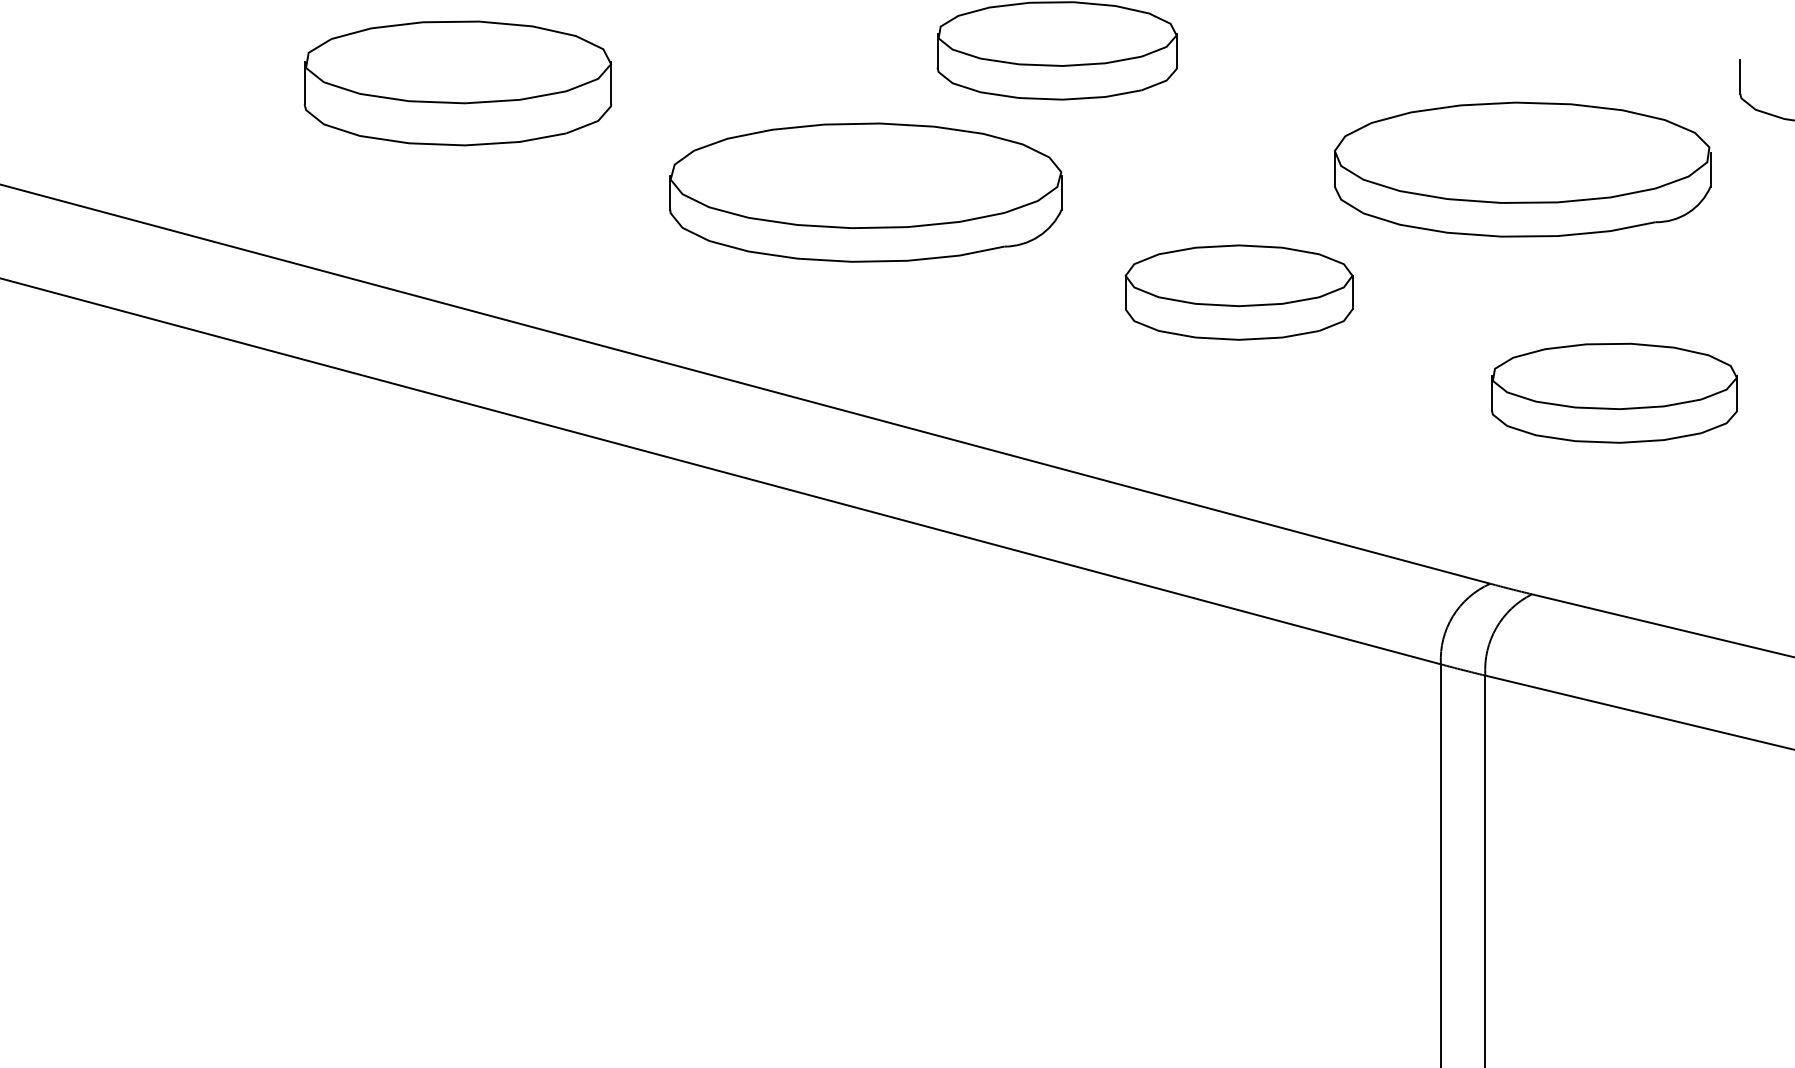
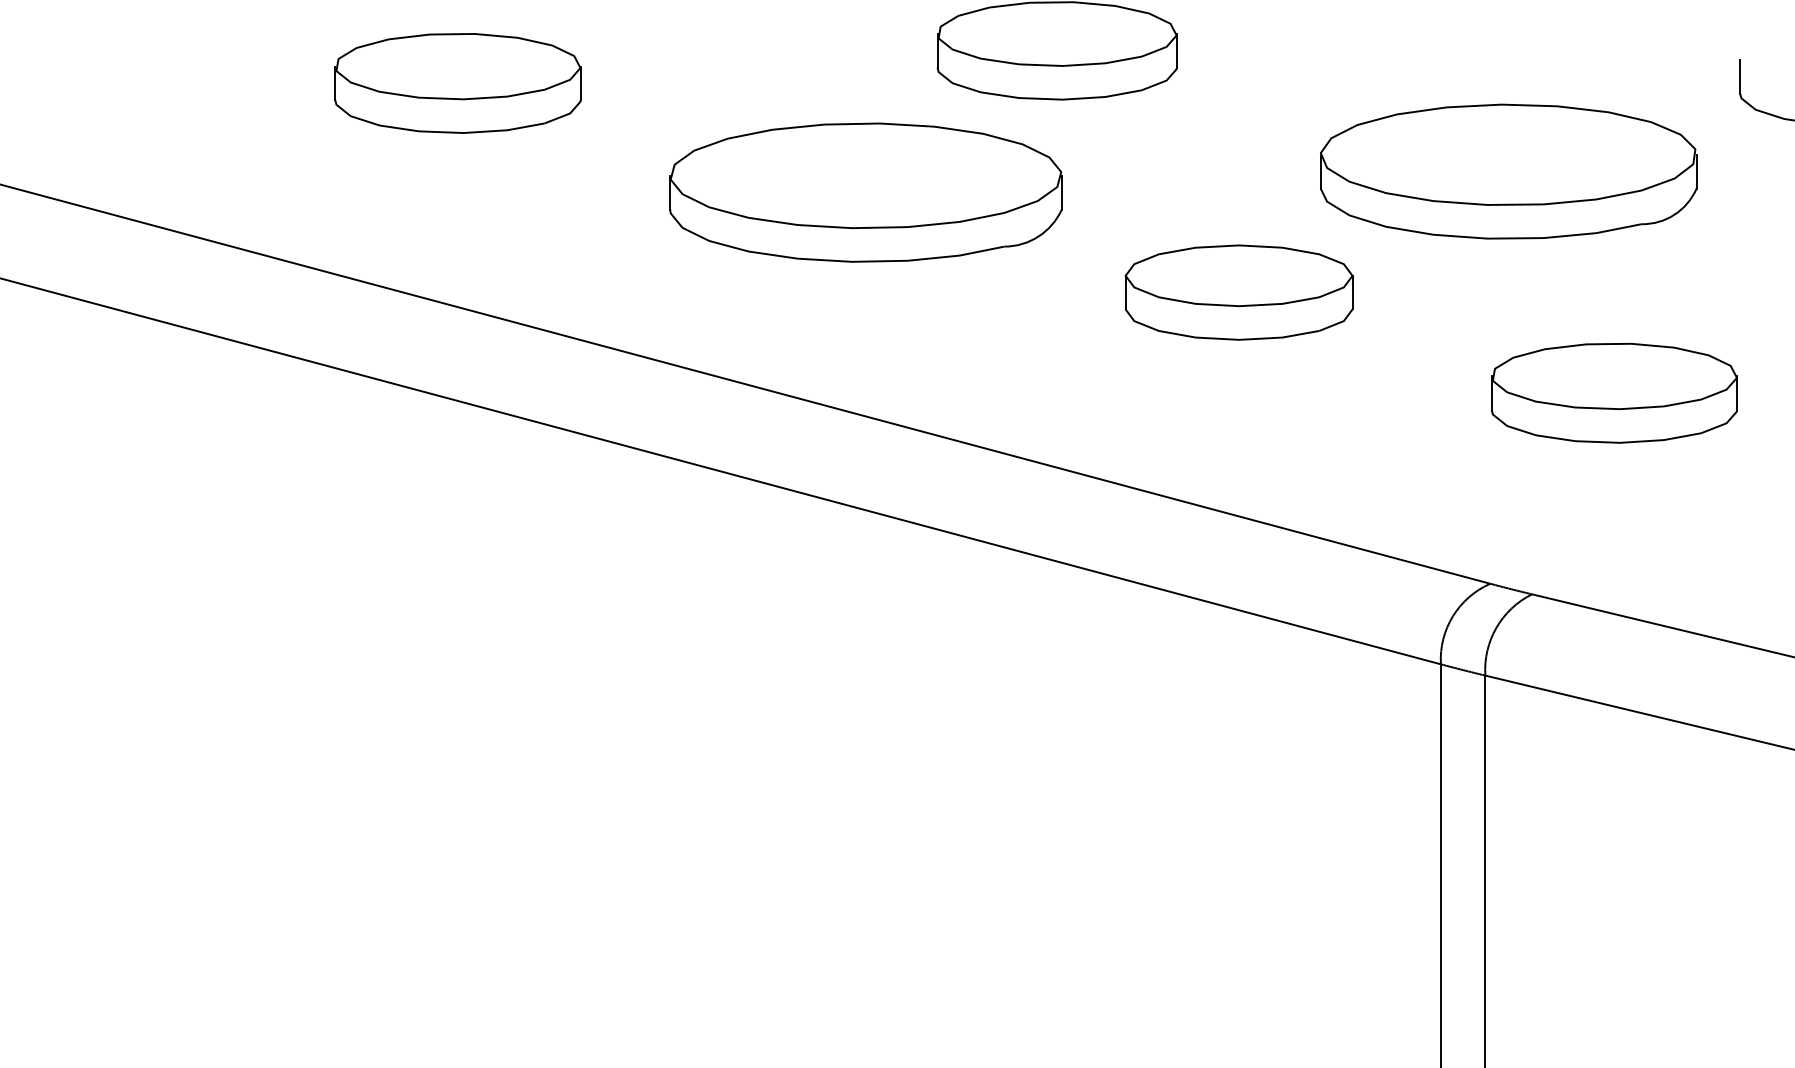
part at (457, 83) size: 310x127 px -> 248x101 px
part at (1522, 169) position: (1522, 169) -> (1508, 171)
